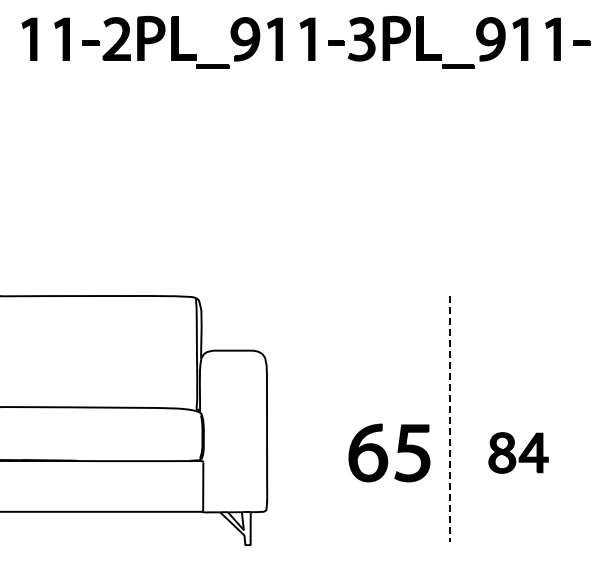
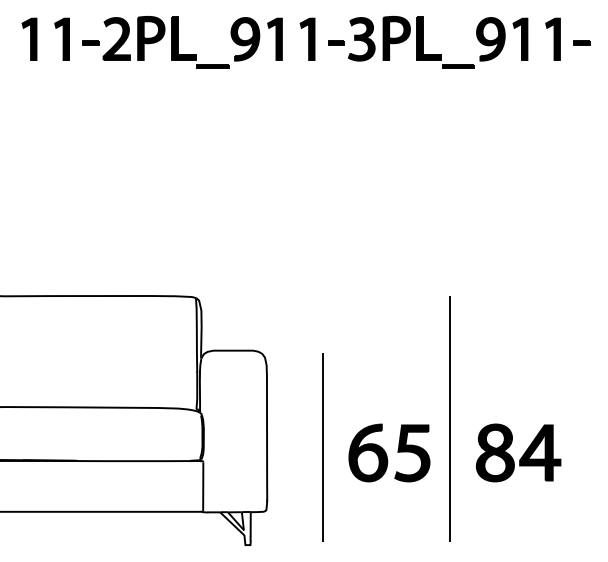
line at (450, 418): dashed -> solid
line at (322, 447): none -> present
part at (518, 452) size: 61x42 px -> 87x60 px
